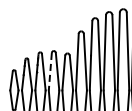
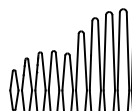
line at (50, 71): dashed -> solid
